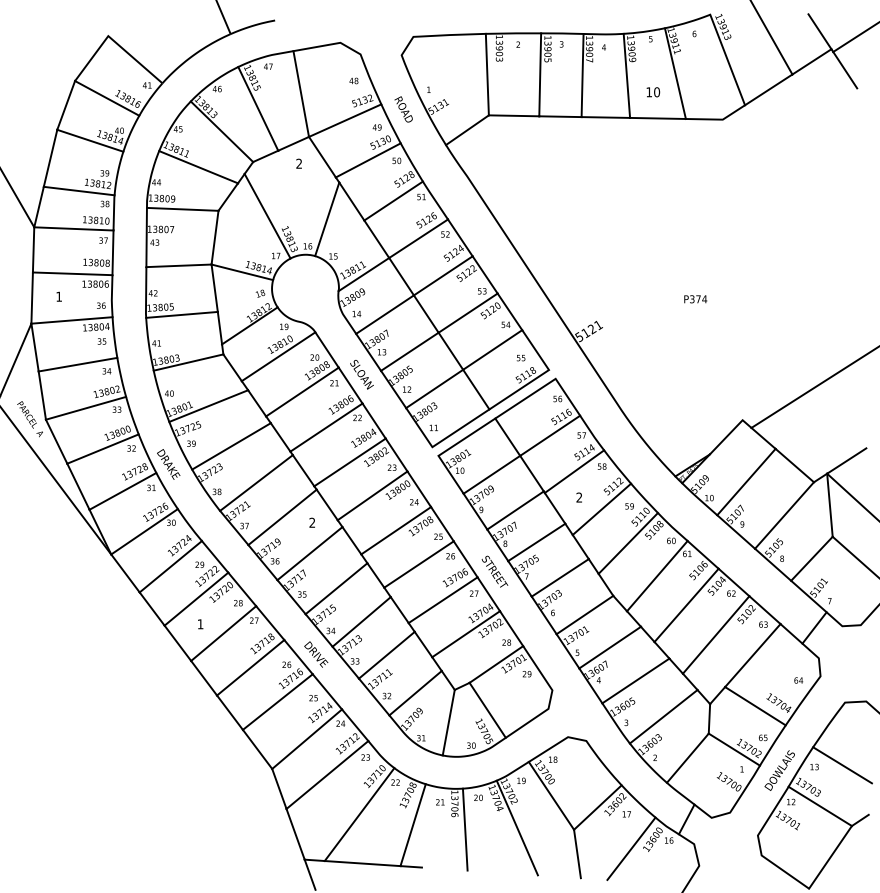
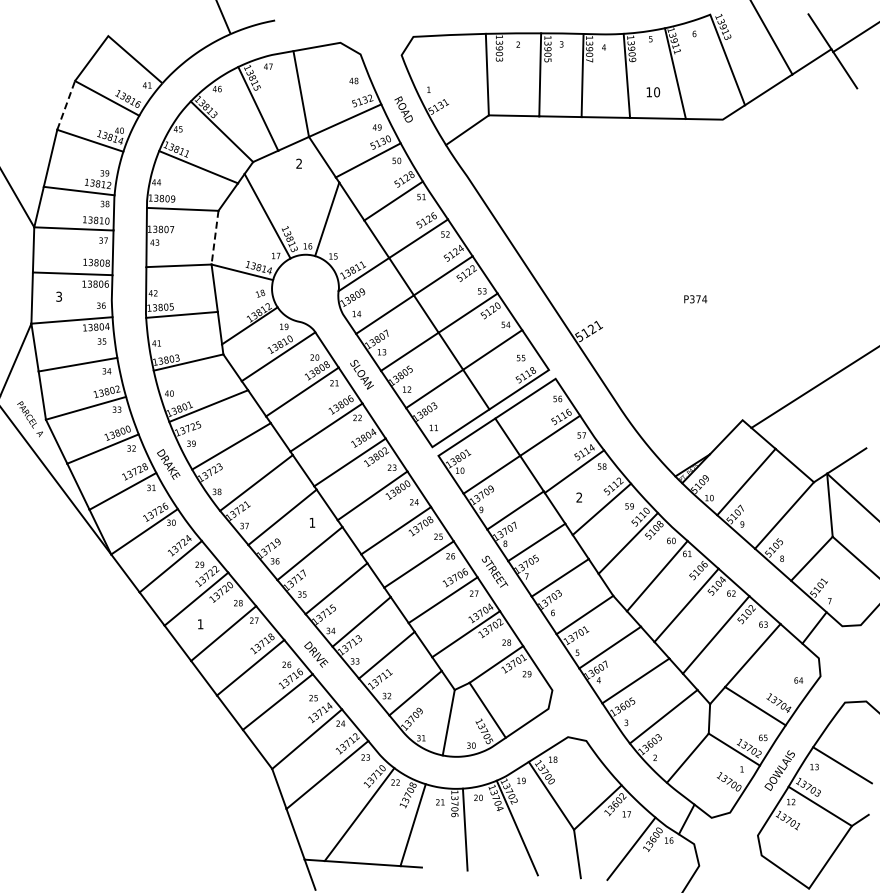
line at (66, 105): solid -> dashed
line at (214, 238): solid -> dashed
text at (58, 296): 1 -> 3
text at (311, 522): 2 -> 1
